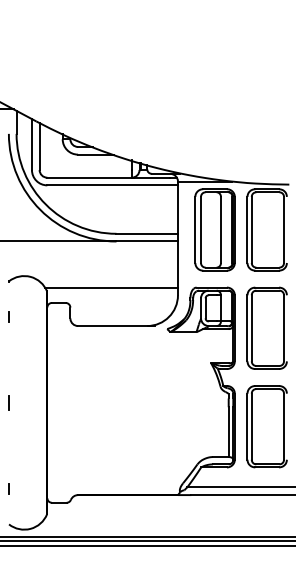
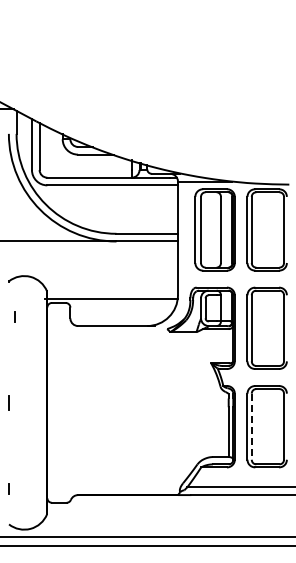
line at (111, 287) position: (111, 287) -> (111, 298)
line at (8, 316) position: (8, 316) -> (14, 316)
line at (251, 427): solid -> dashed
line at (147, 541): present -> none
